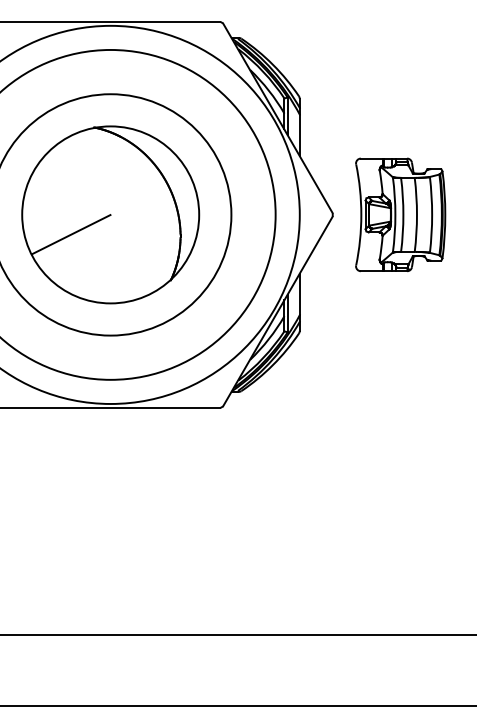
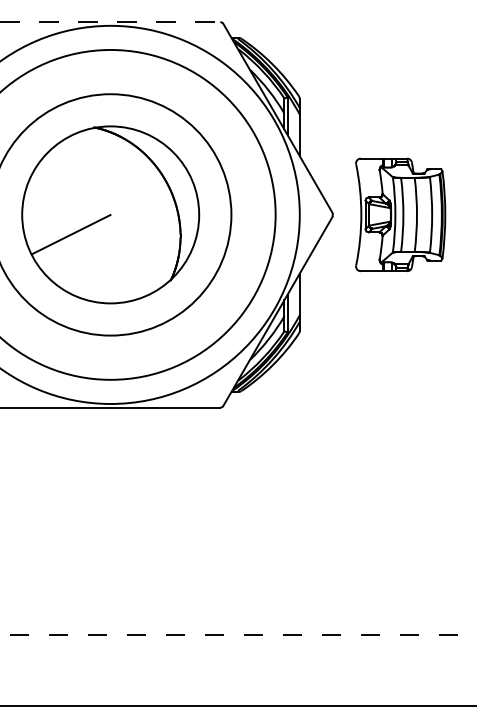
line at (111, 21): solid -> dashed
line at (238, 635): solid -> dashed
